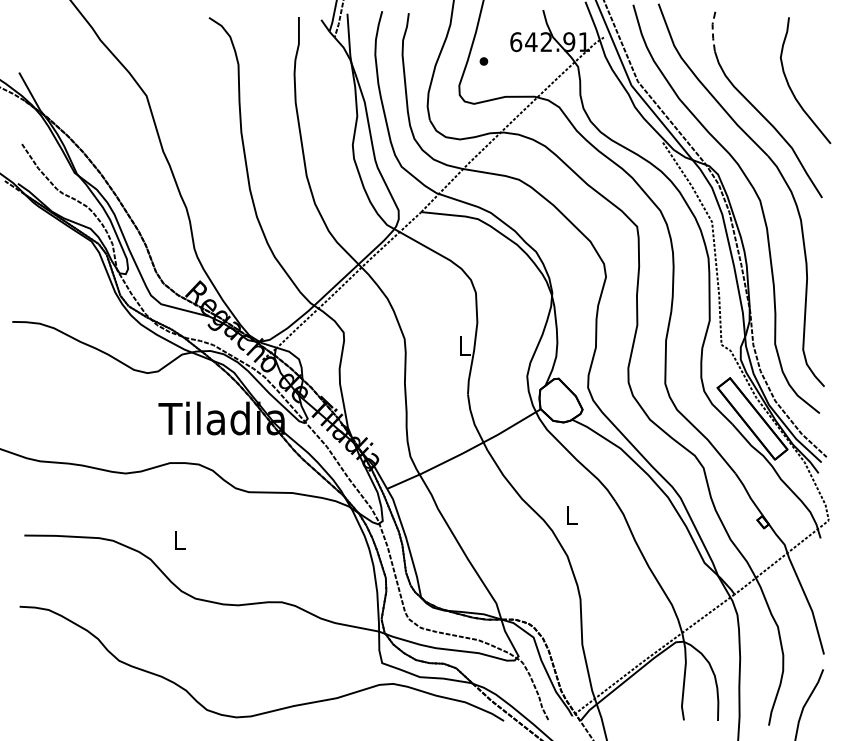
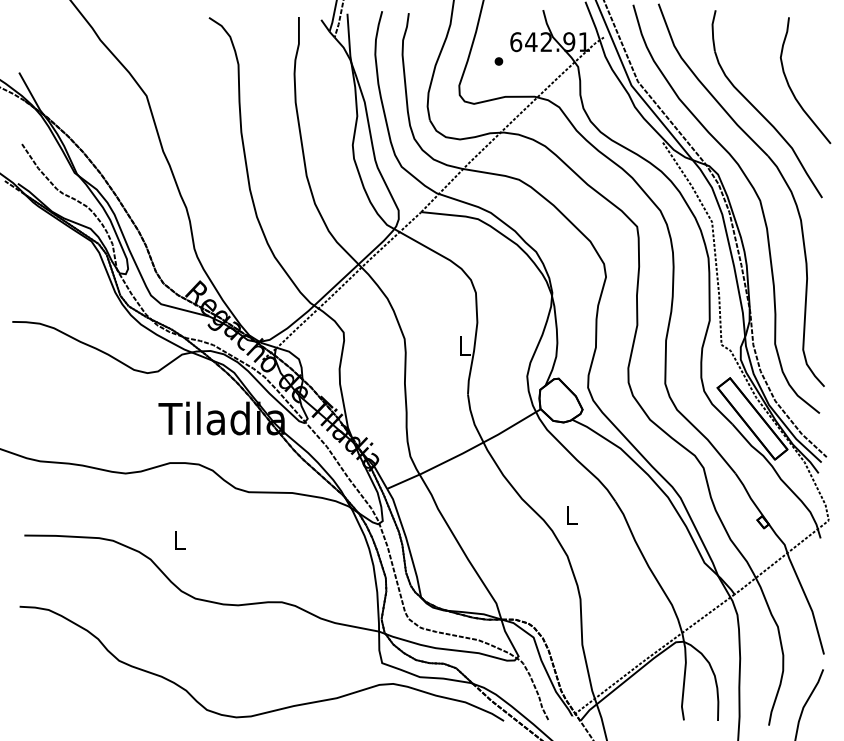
line at (712, 30): dashed -> solid
part at (483, 61) position: (483, 61) -> (498, 61)
